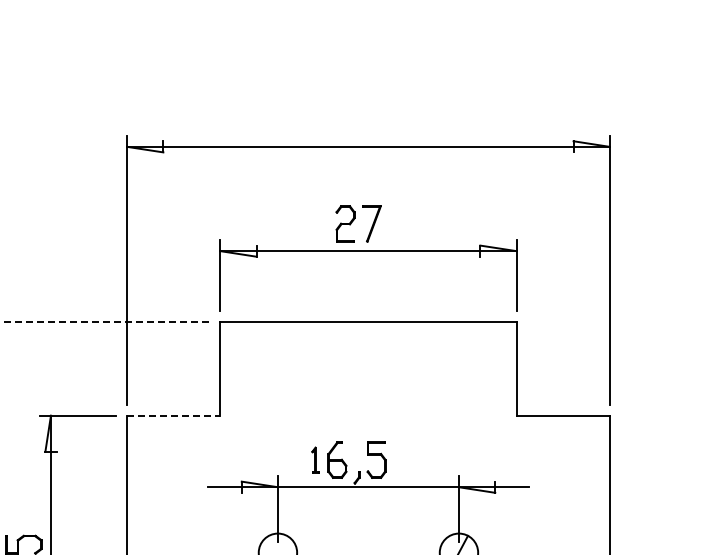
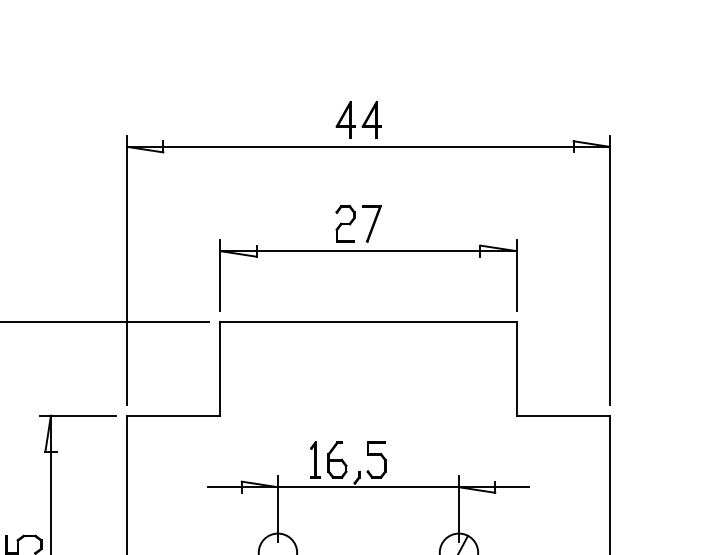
part at (364, 121): none -> present
line at (104, 322): dashed -> solid
line at (173, 415): dashed -> solid
part at (315, 459) size: 9x28 px -> 11x38 px
